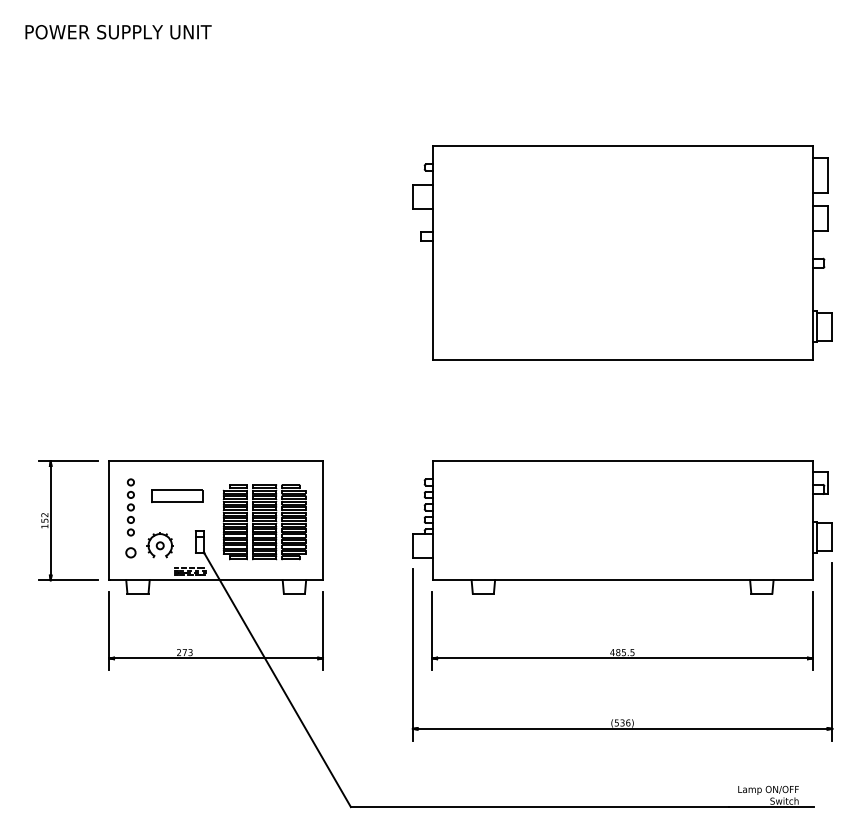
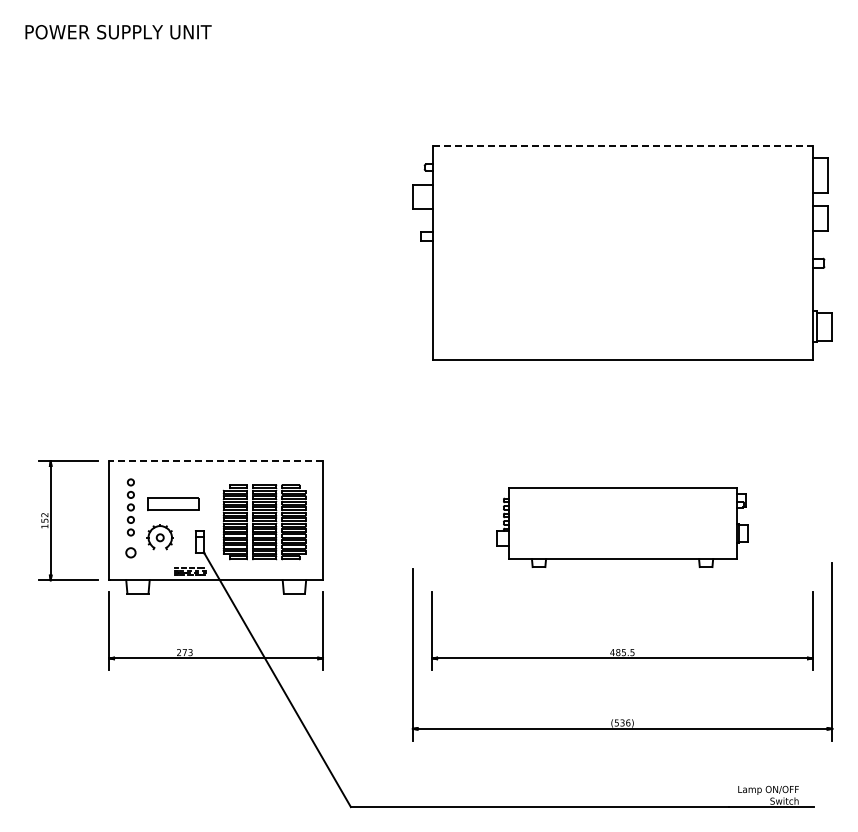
line at (623, 146): solid -> dashed
line at (216, 461): solid -> dashed
part at (177, 495) position: (177, 495) -> (173, 503)
part at (622, 527) size: 421x135 px -> 253x81 px
part at (159, 545) position: (159, 545) -> (159, 537)
